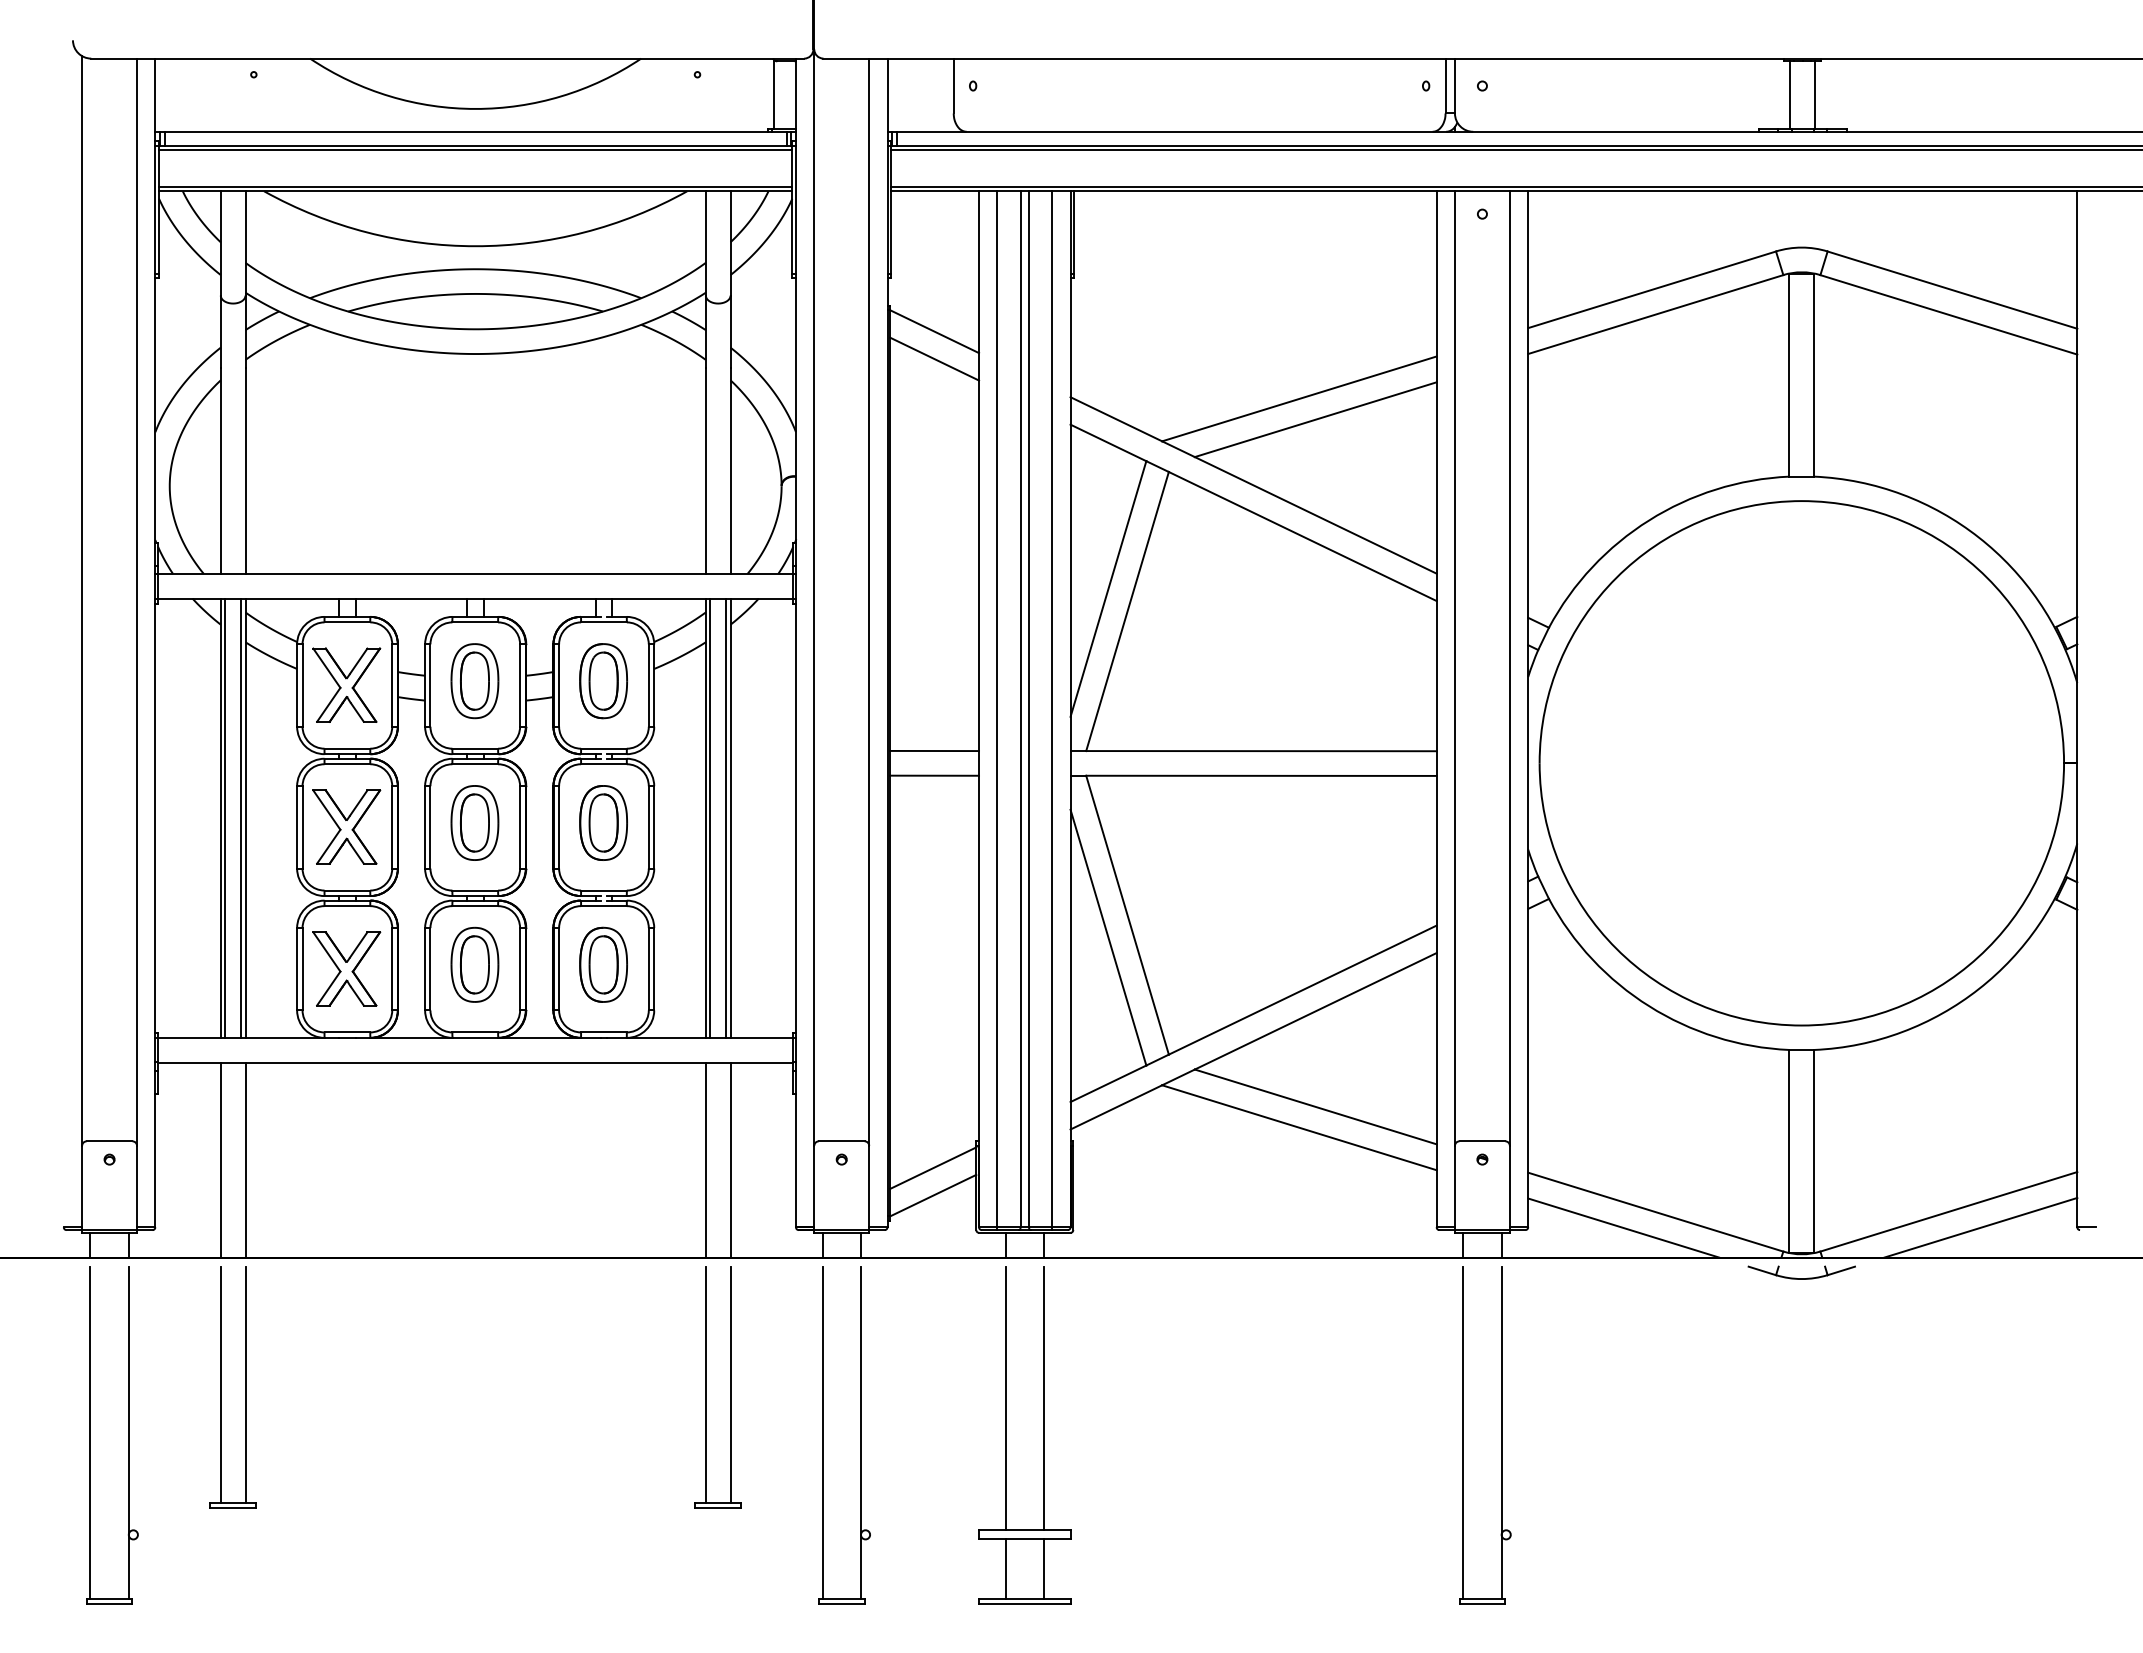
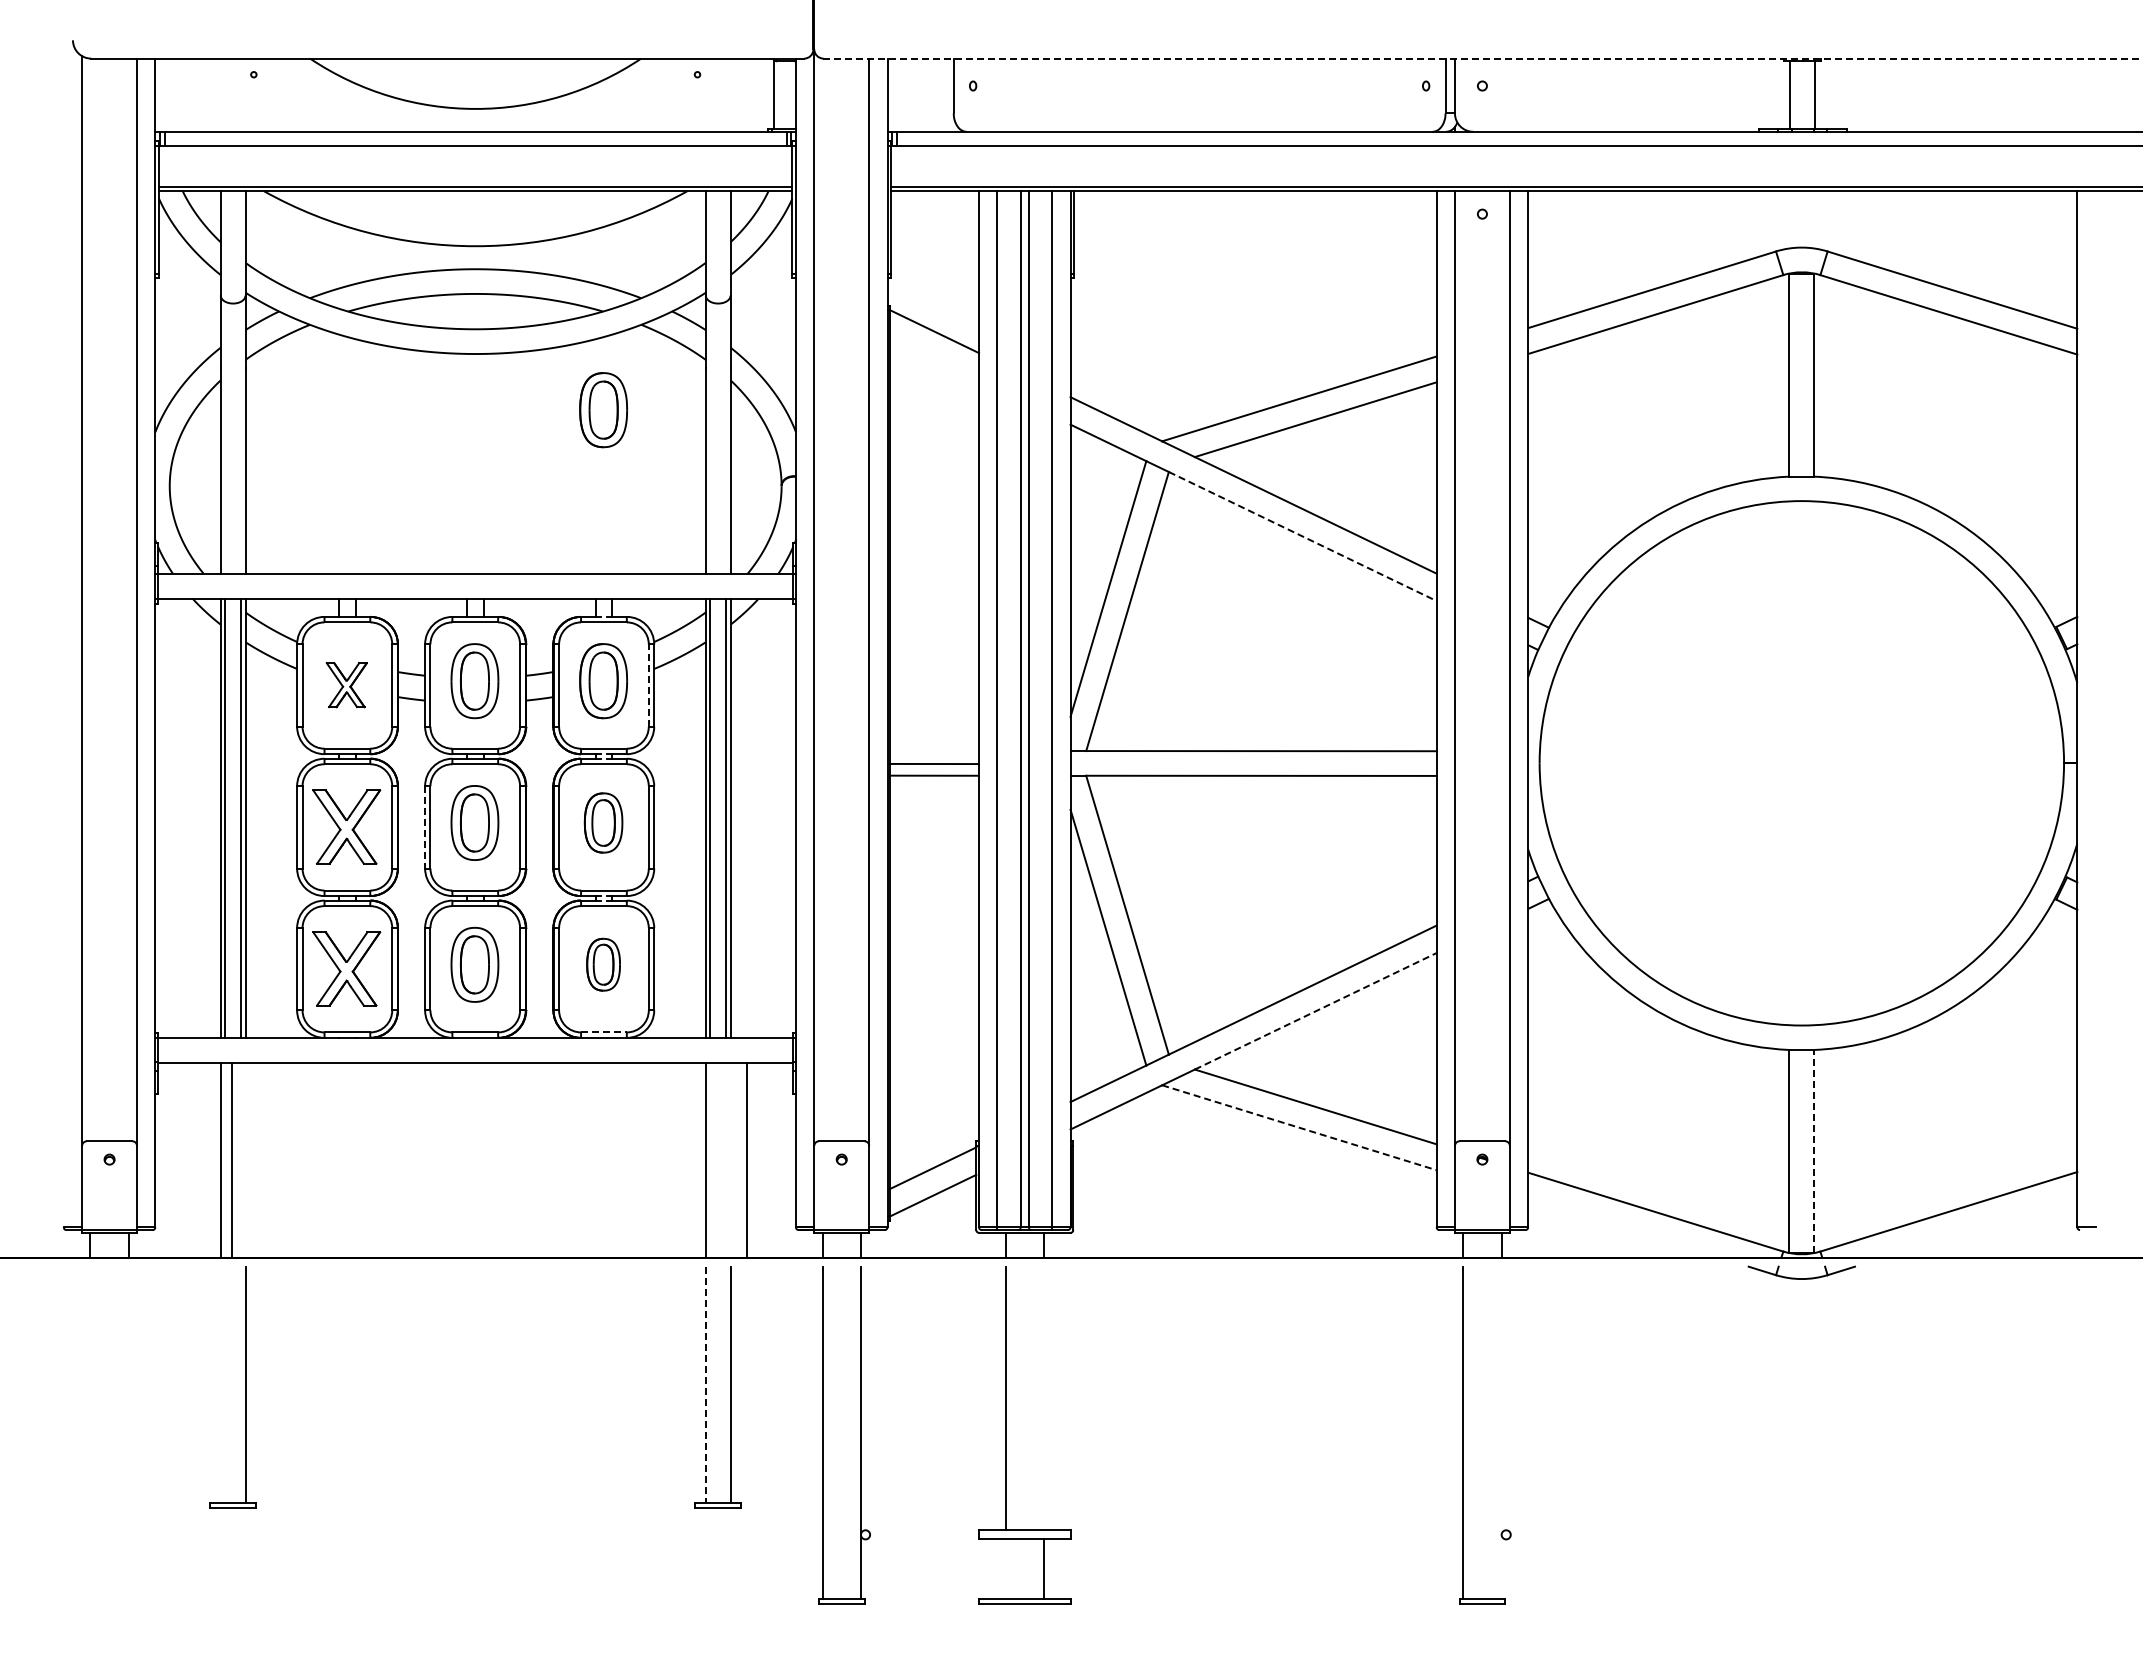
line at (1483, 58): solid -> dashed
line at (475, 150): present -> none
line at (1515, 150): present -> none
line at (934, 358): present -> none
part at (603, 410): none -> present
line at (1302, 536): solid -> dashed
part at (346, 684) size: 70x76 px -> 43x47 px
line at (648, 685): solid -> dashed
line at (934, 750) position: (934, 750) -> (934, 763)
part at (603, 822) size: 49x76 px -> 41x62 px
line at (425, 827): solid -> dashed
part at (603, 964) size: 49x77 px -> 35x55 px
line at (1316, 1011): solid -> dashed
line at (603, 1032): solid -> dashed
line at (1299, 1127): solid -> dashed
line at (1814, 1151): solid -> dashed
line at (245, 1159) position: (245, 1159) -> (231, 1159)
line at (730, 1159) position: (730, 1159) -> (746, 1159)
line at (1623, 1227): present -> none
line at (1980, 1227): present -> none
line at (220, 1384): present -> none
line at (705, 1385): solid -> dashed
line at (1044, 1398): present -> none
line at (1501, 1432): present -> none
part at (128, 1435): present -> none
line at (1005, 1568): present -> none
